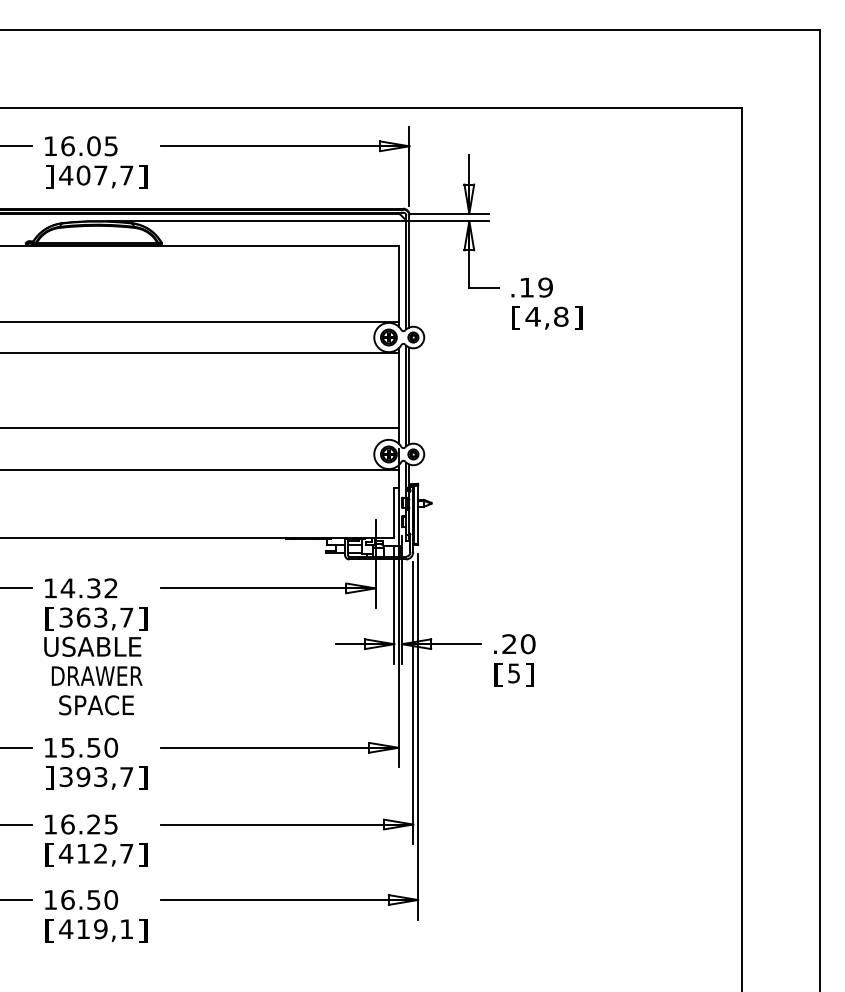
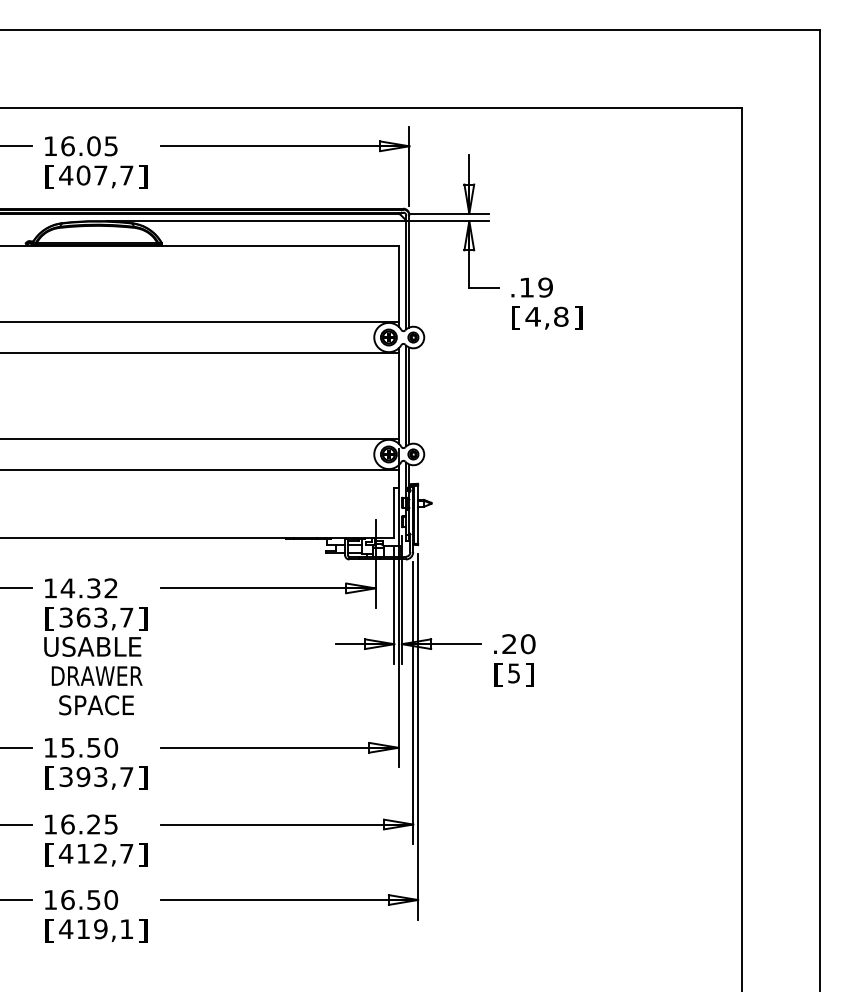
text at (49, 176): ] -> [
line at (200, 428) position: (200, 428) -> (200, 439)
text at (49, 777): ] -> [
